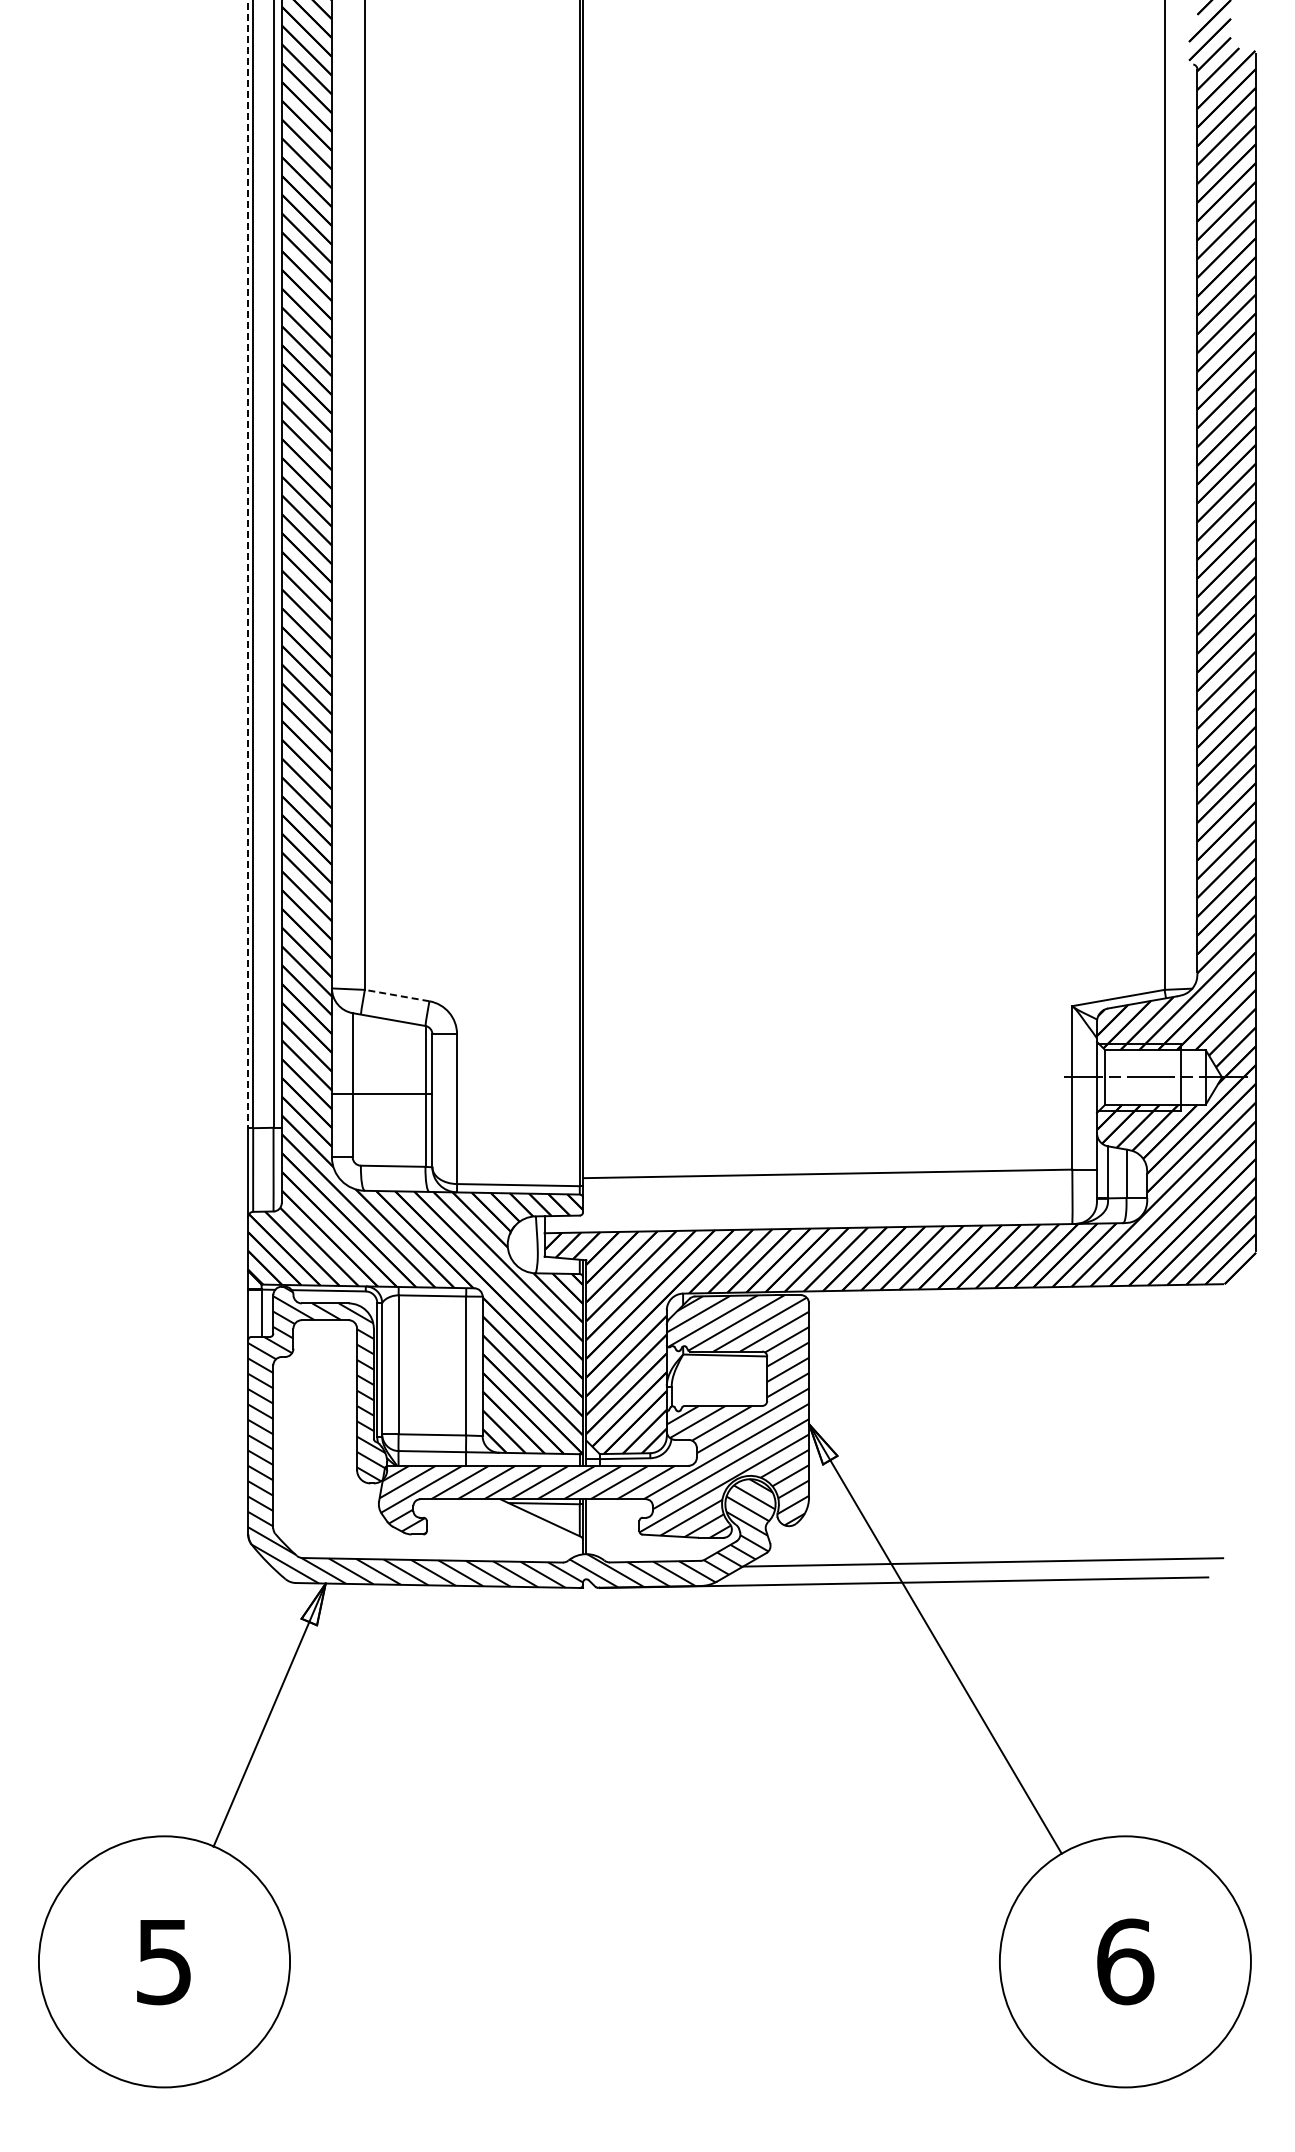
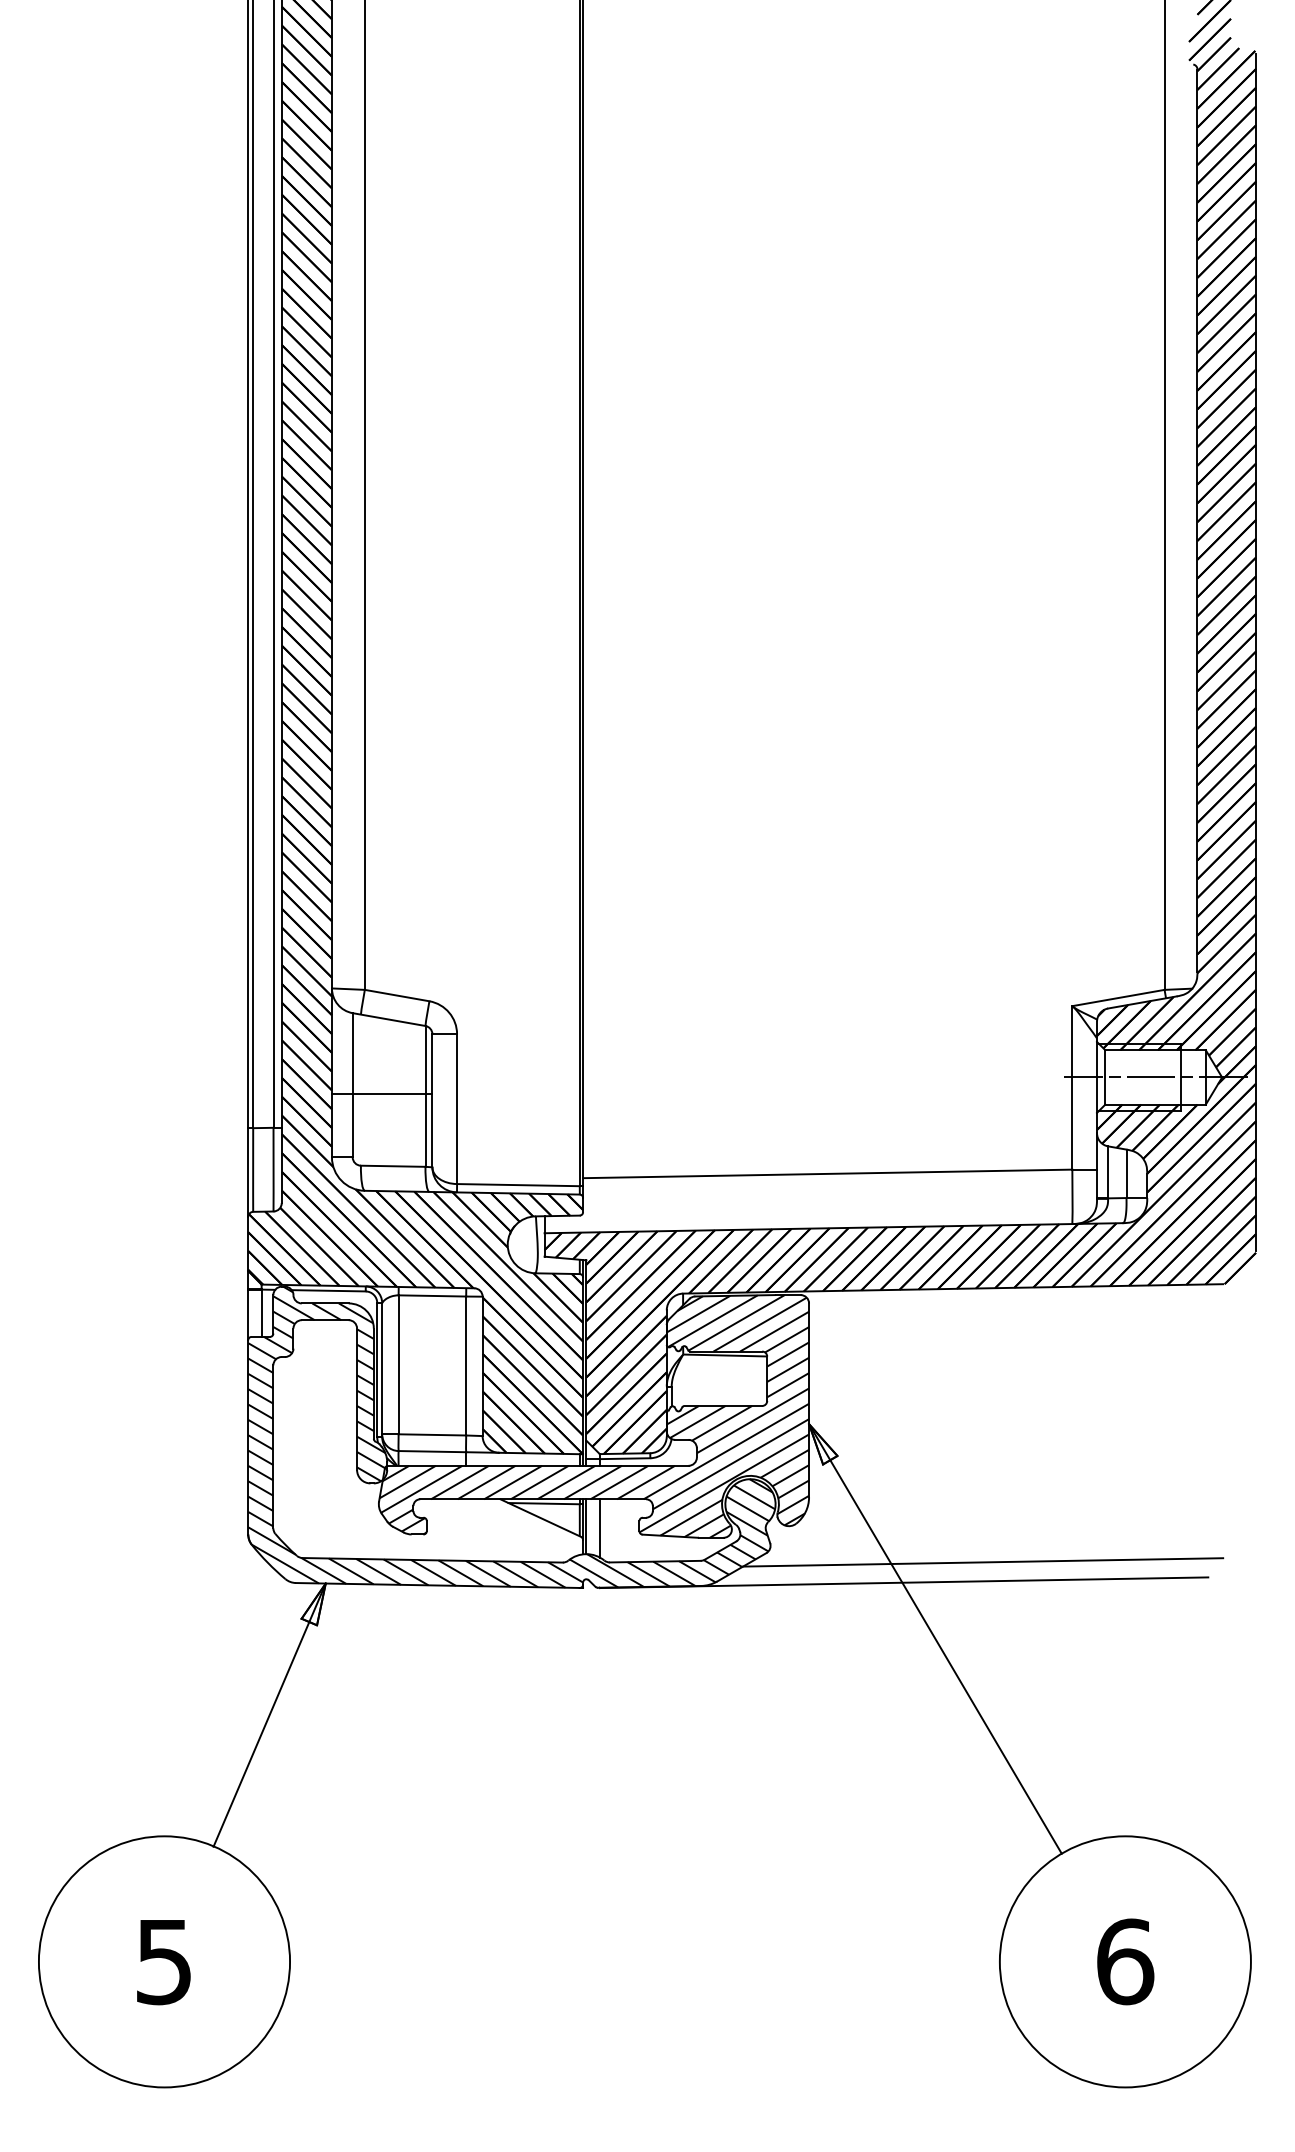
line at (248, 564): dashed -> solid
line at (397, 995): dashed -> solid
line at (599, 1528): none -> present
